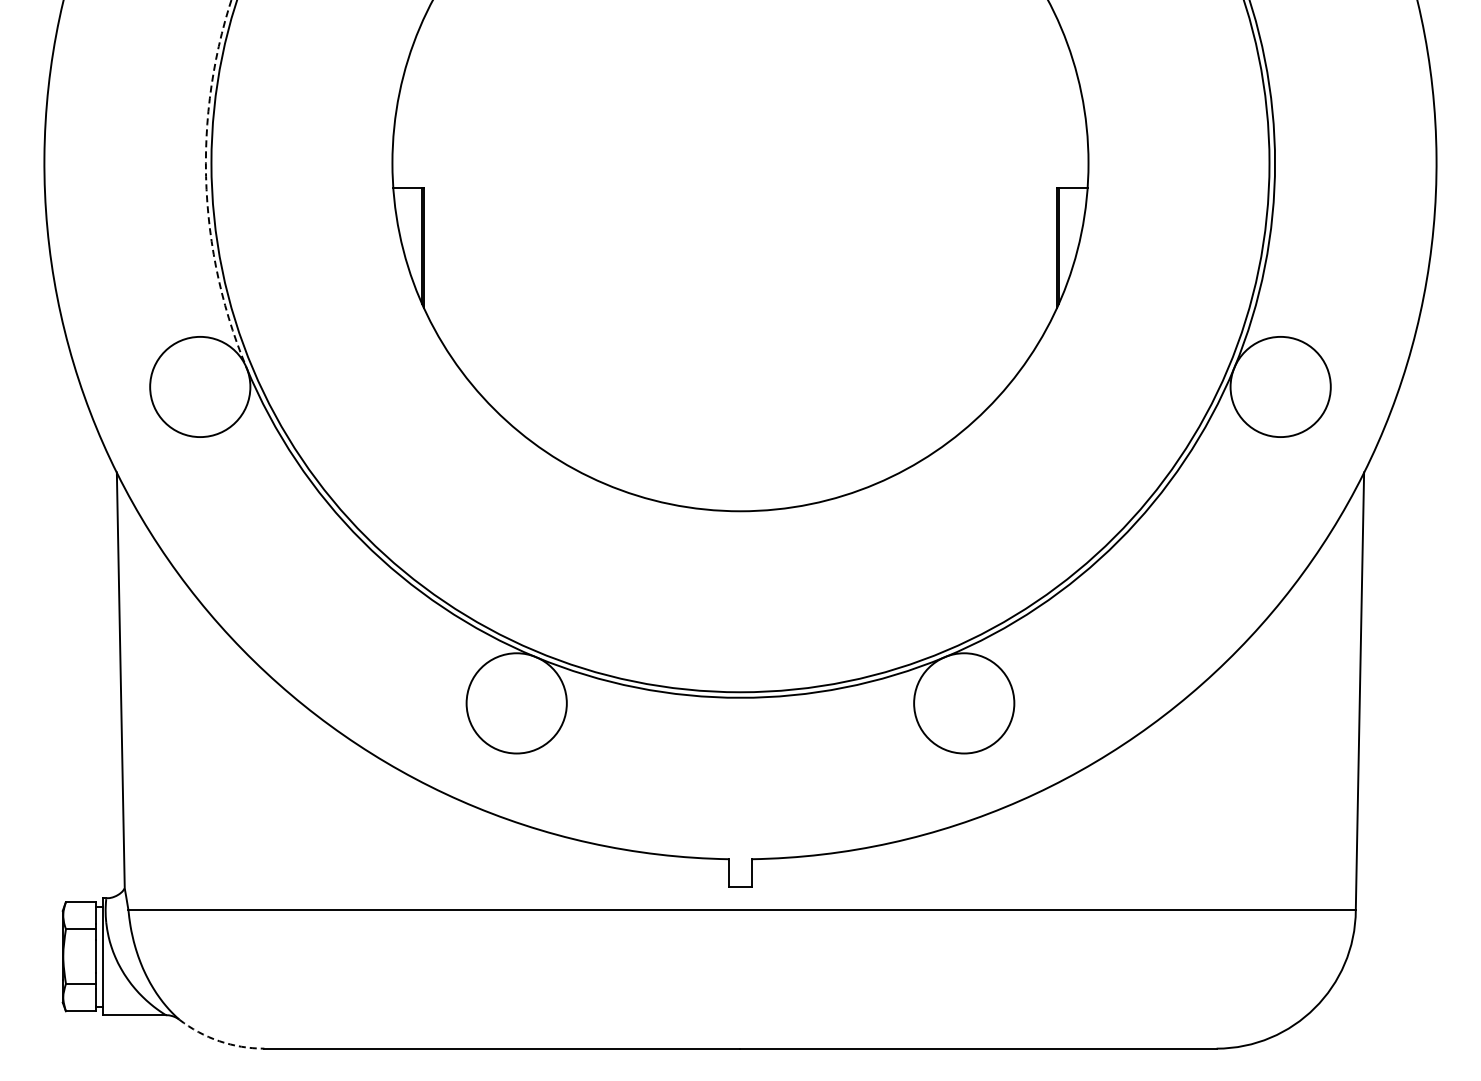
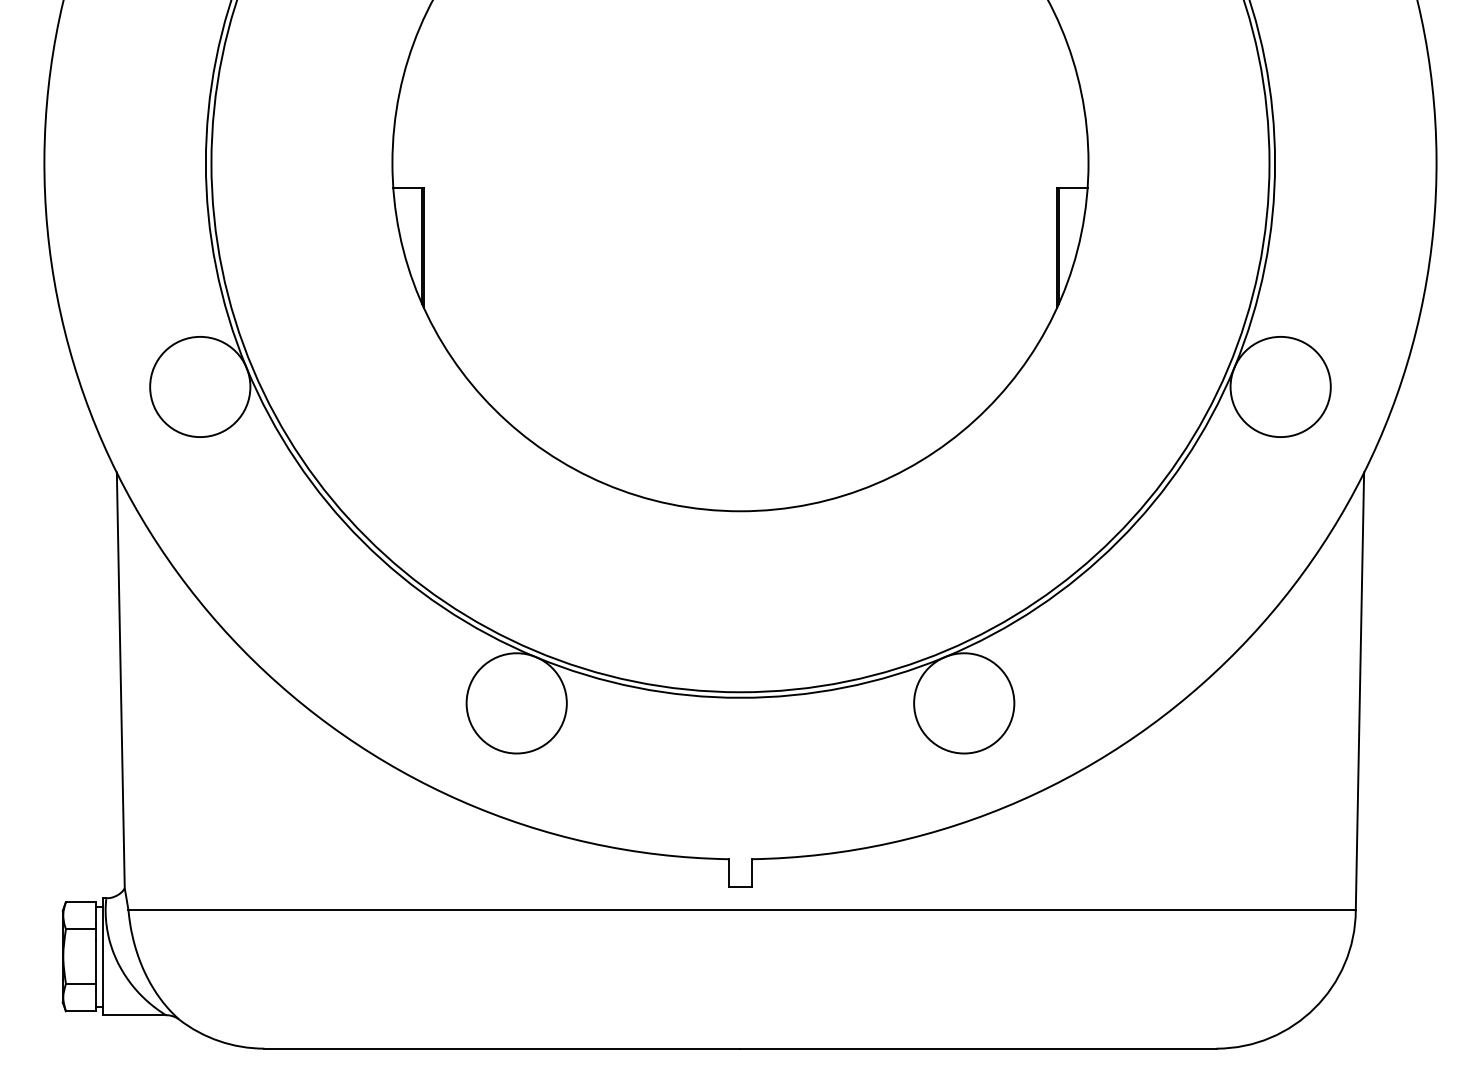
arc at (206, 185): dashed -> solid
arc at (219, 1041): dashed -> solid
